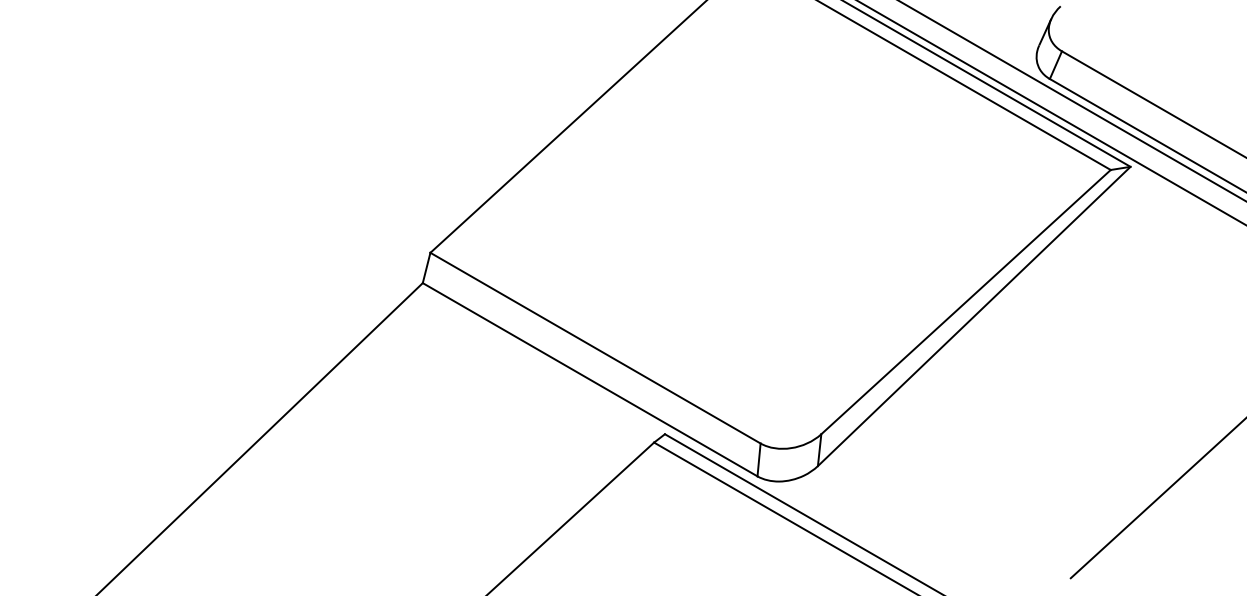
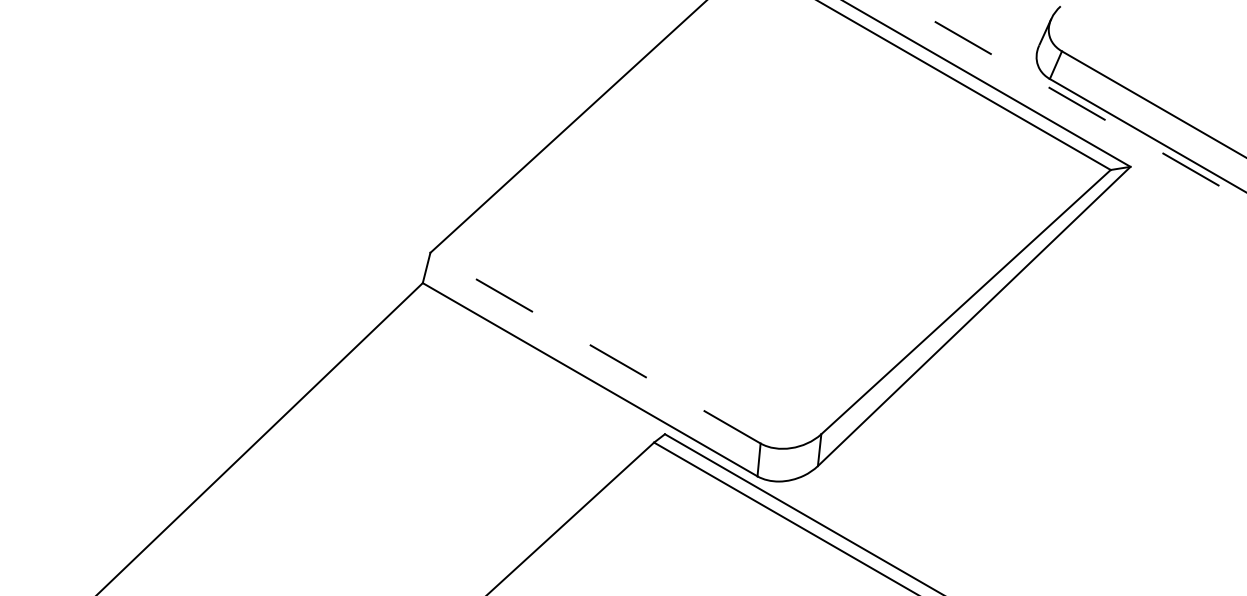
line at (1071, 100): solid -> dashed
line at (1051, 112): present -> none
line at (595, 348): solid -> dashed
line at (1156, 499): present -> none
